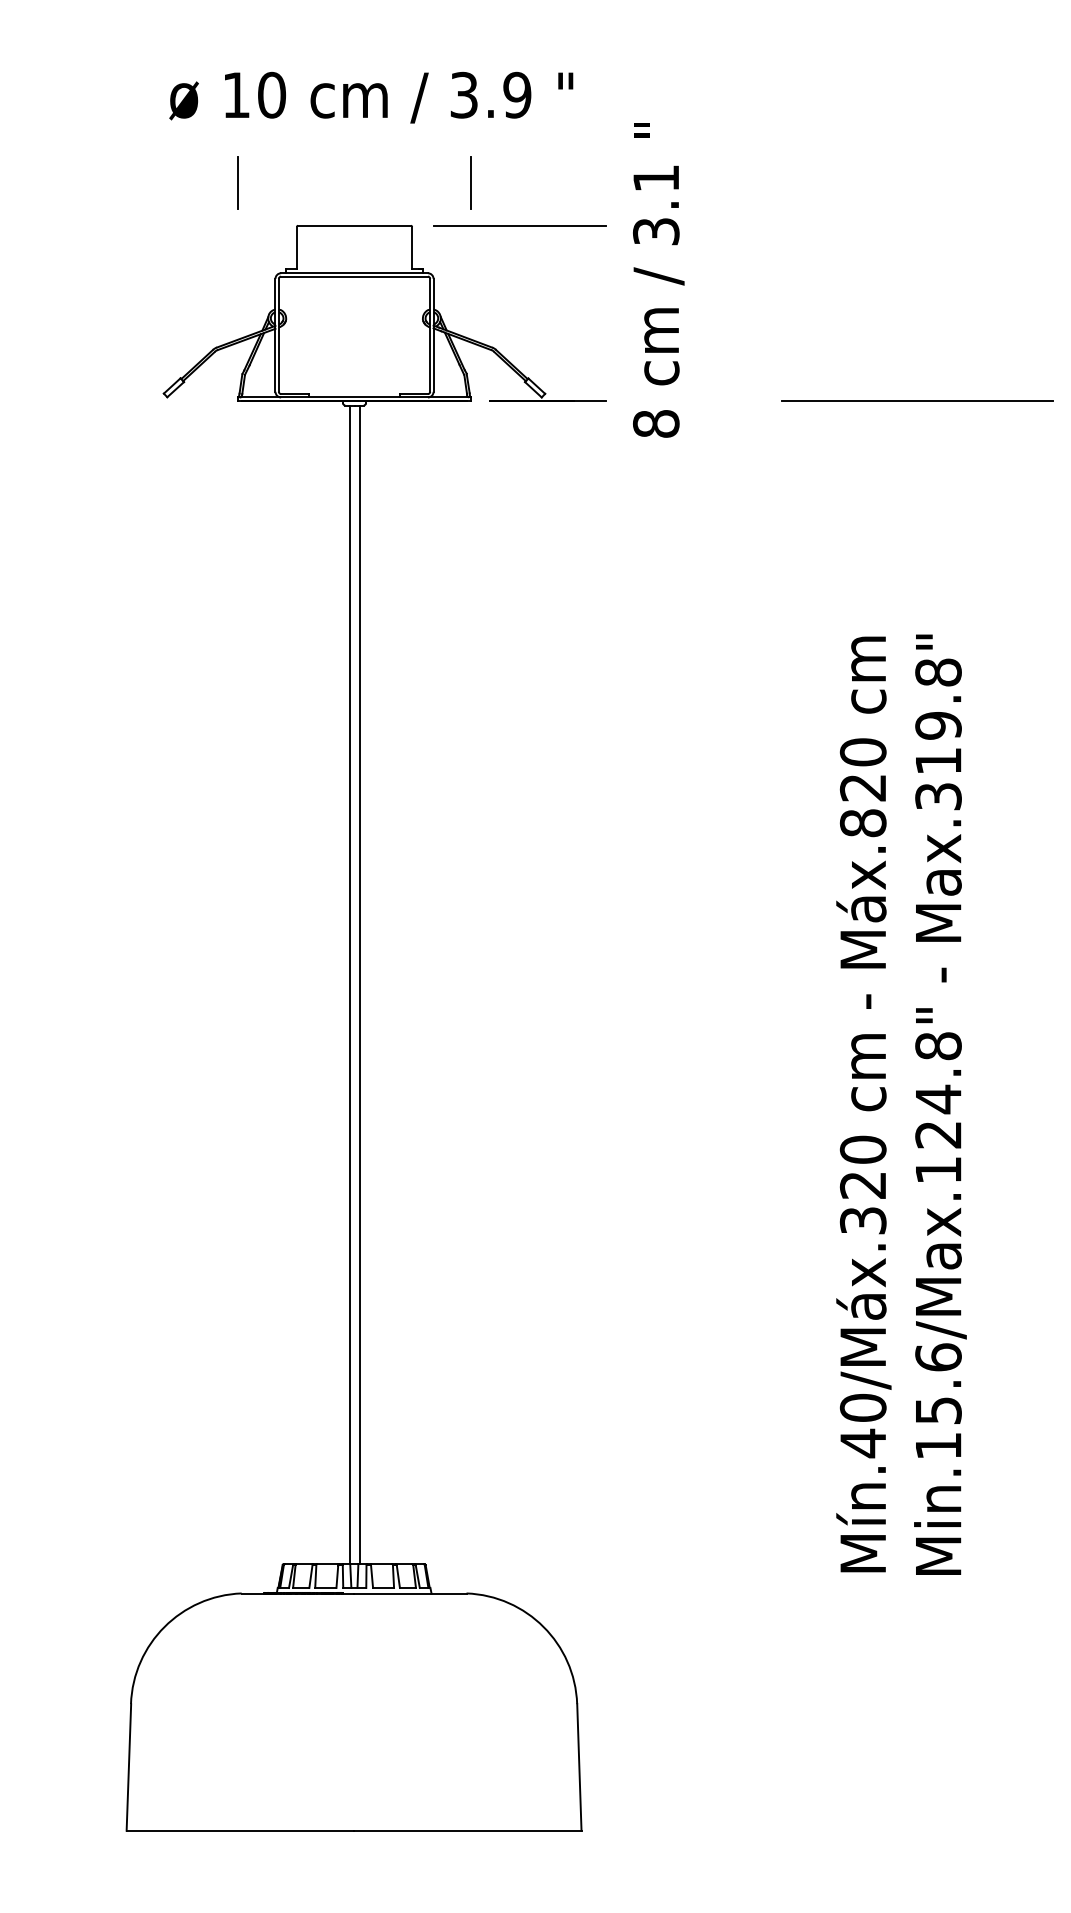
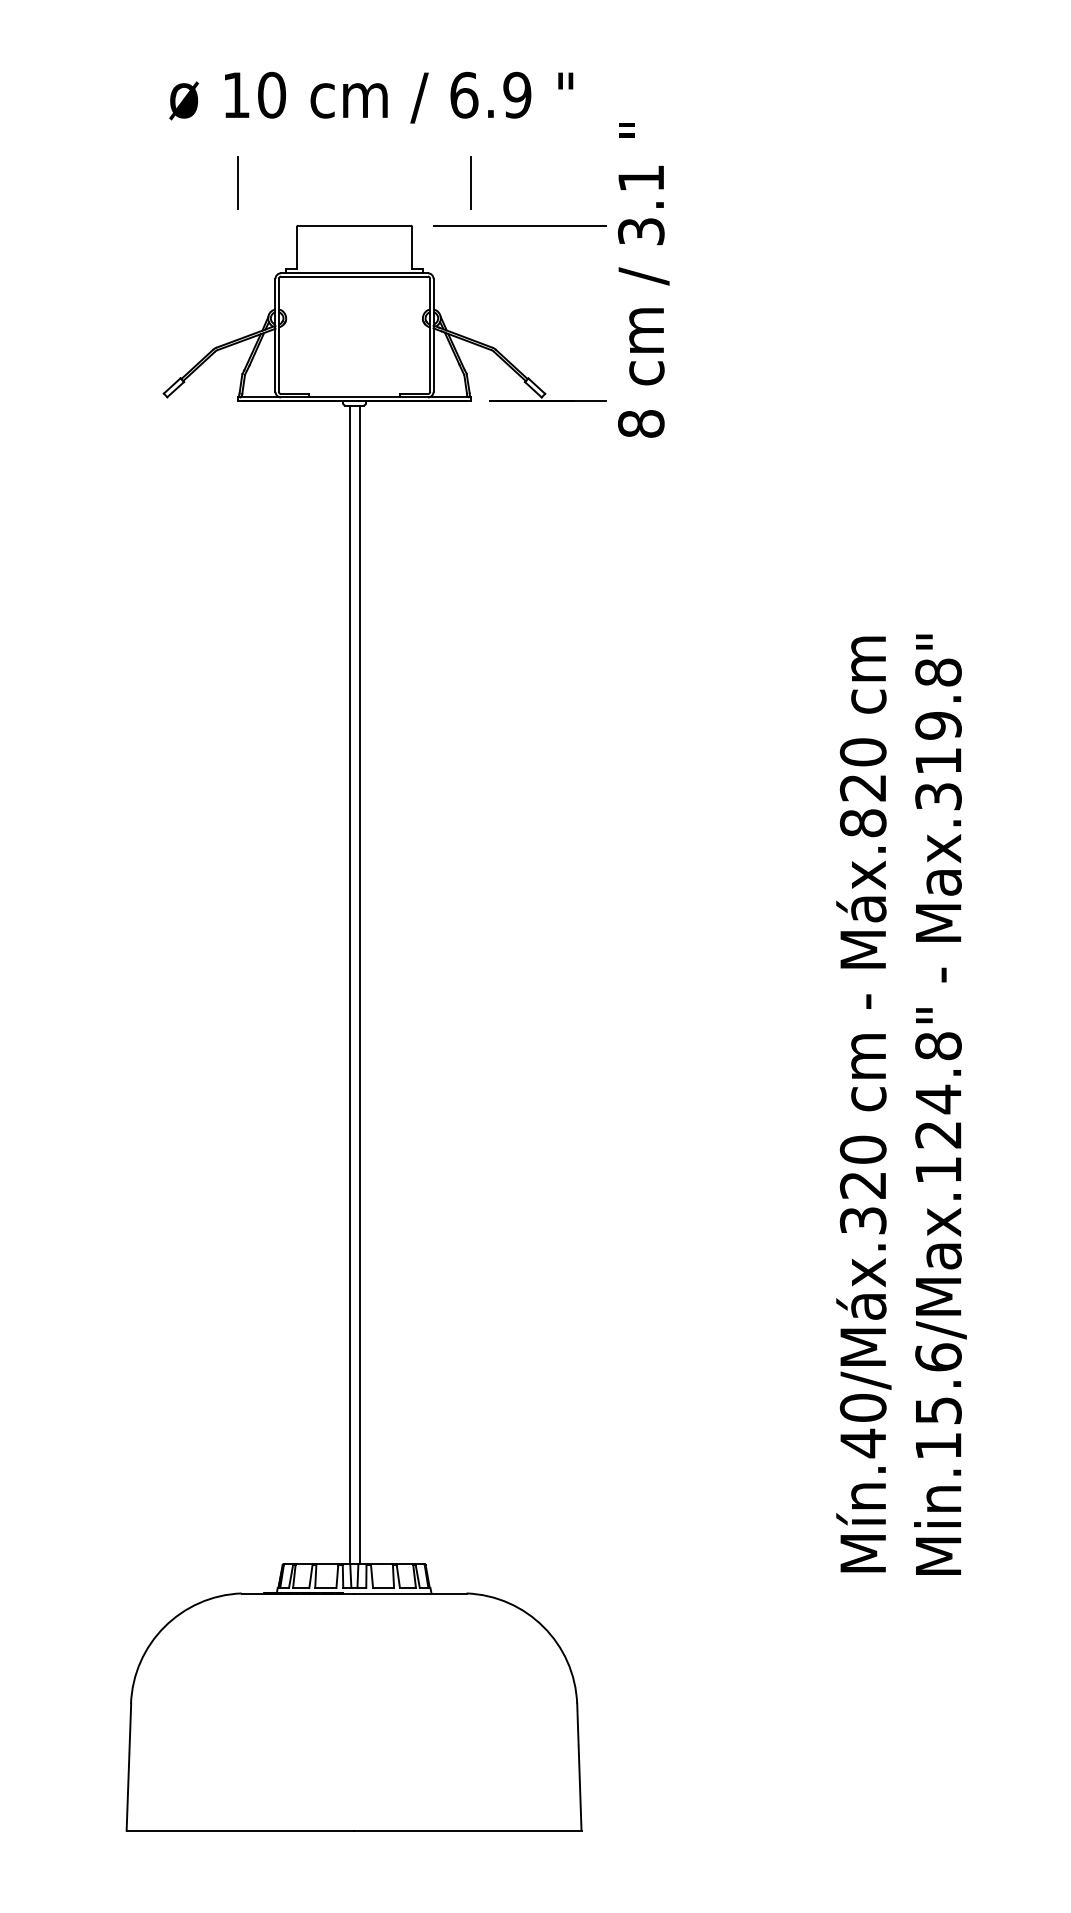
text at (464, 94): 3.9 -> 6.9
text at (658, 280) position: (658, 280) -> (643, 280)
line at (917, 400): present -> none
